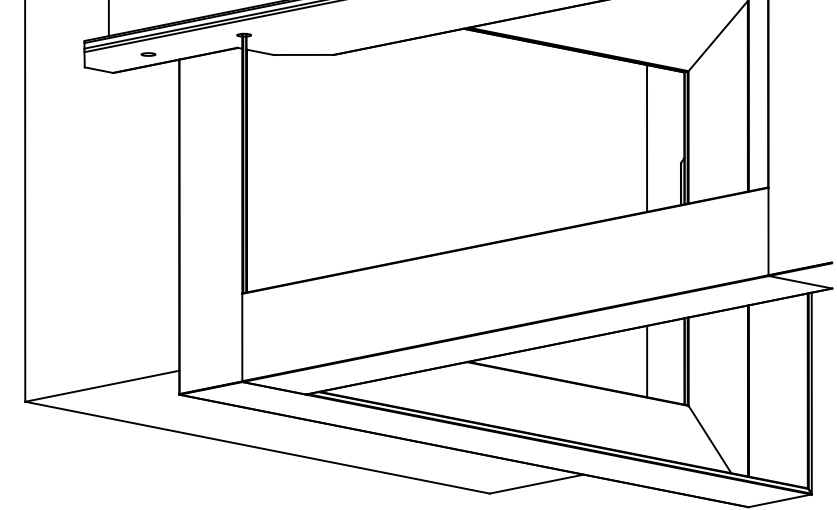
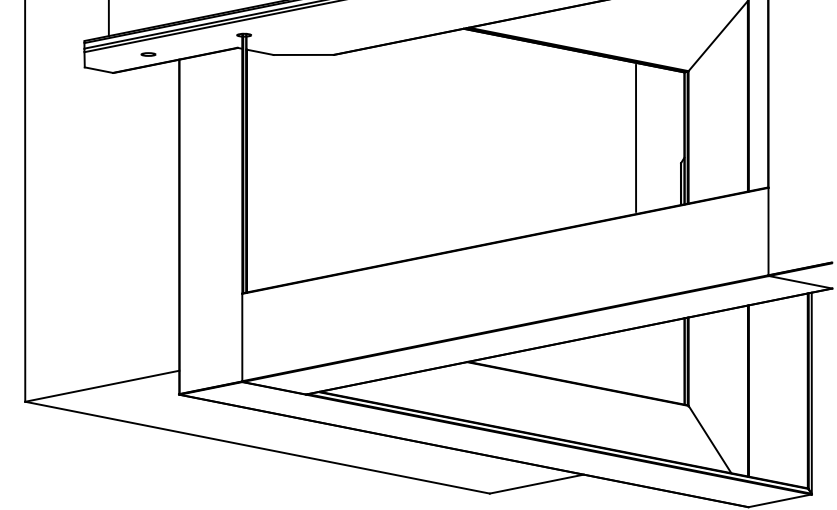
line at (647, 138) position: (647, 138) -> (636, 138)
line at (647, 361): present -> none
